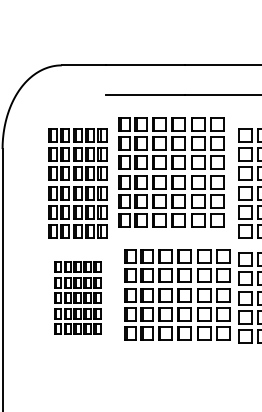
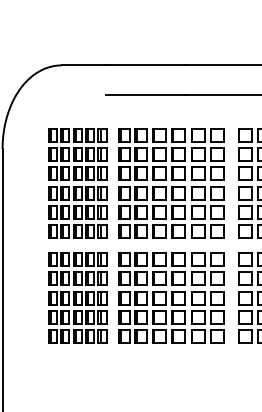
part at (171, 172) position: (171, 172) -> (171, 183)
part at (177, 294) position: (177, 294) -> (171, 297)
part at (77, 297) size: 48x74 px -> 60x92 px
